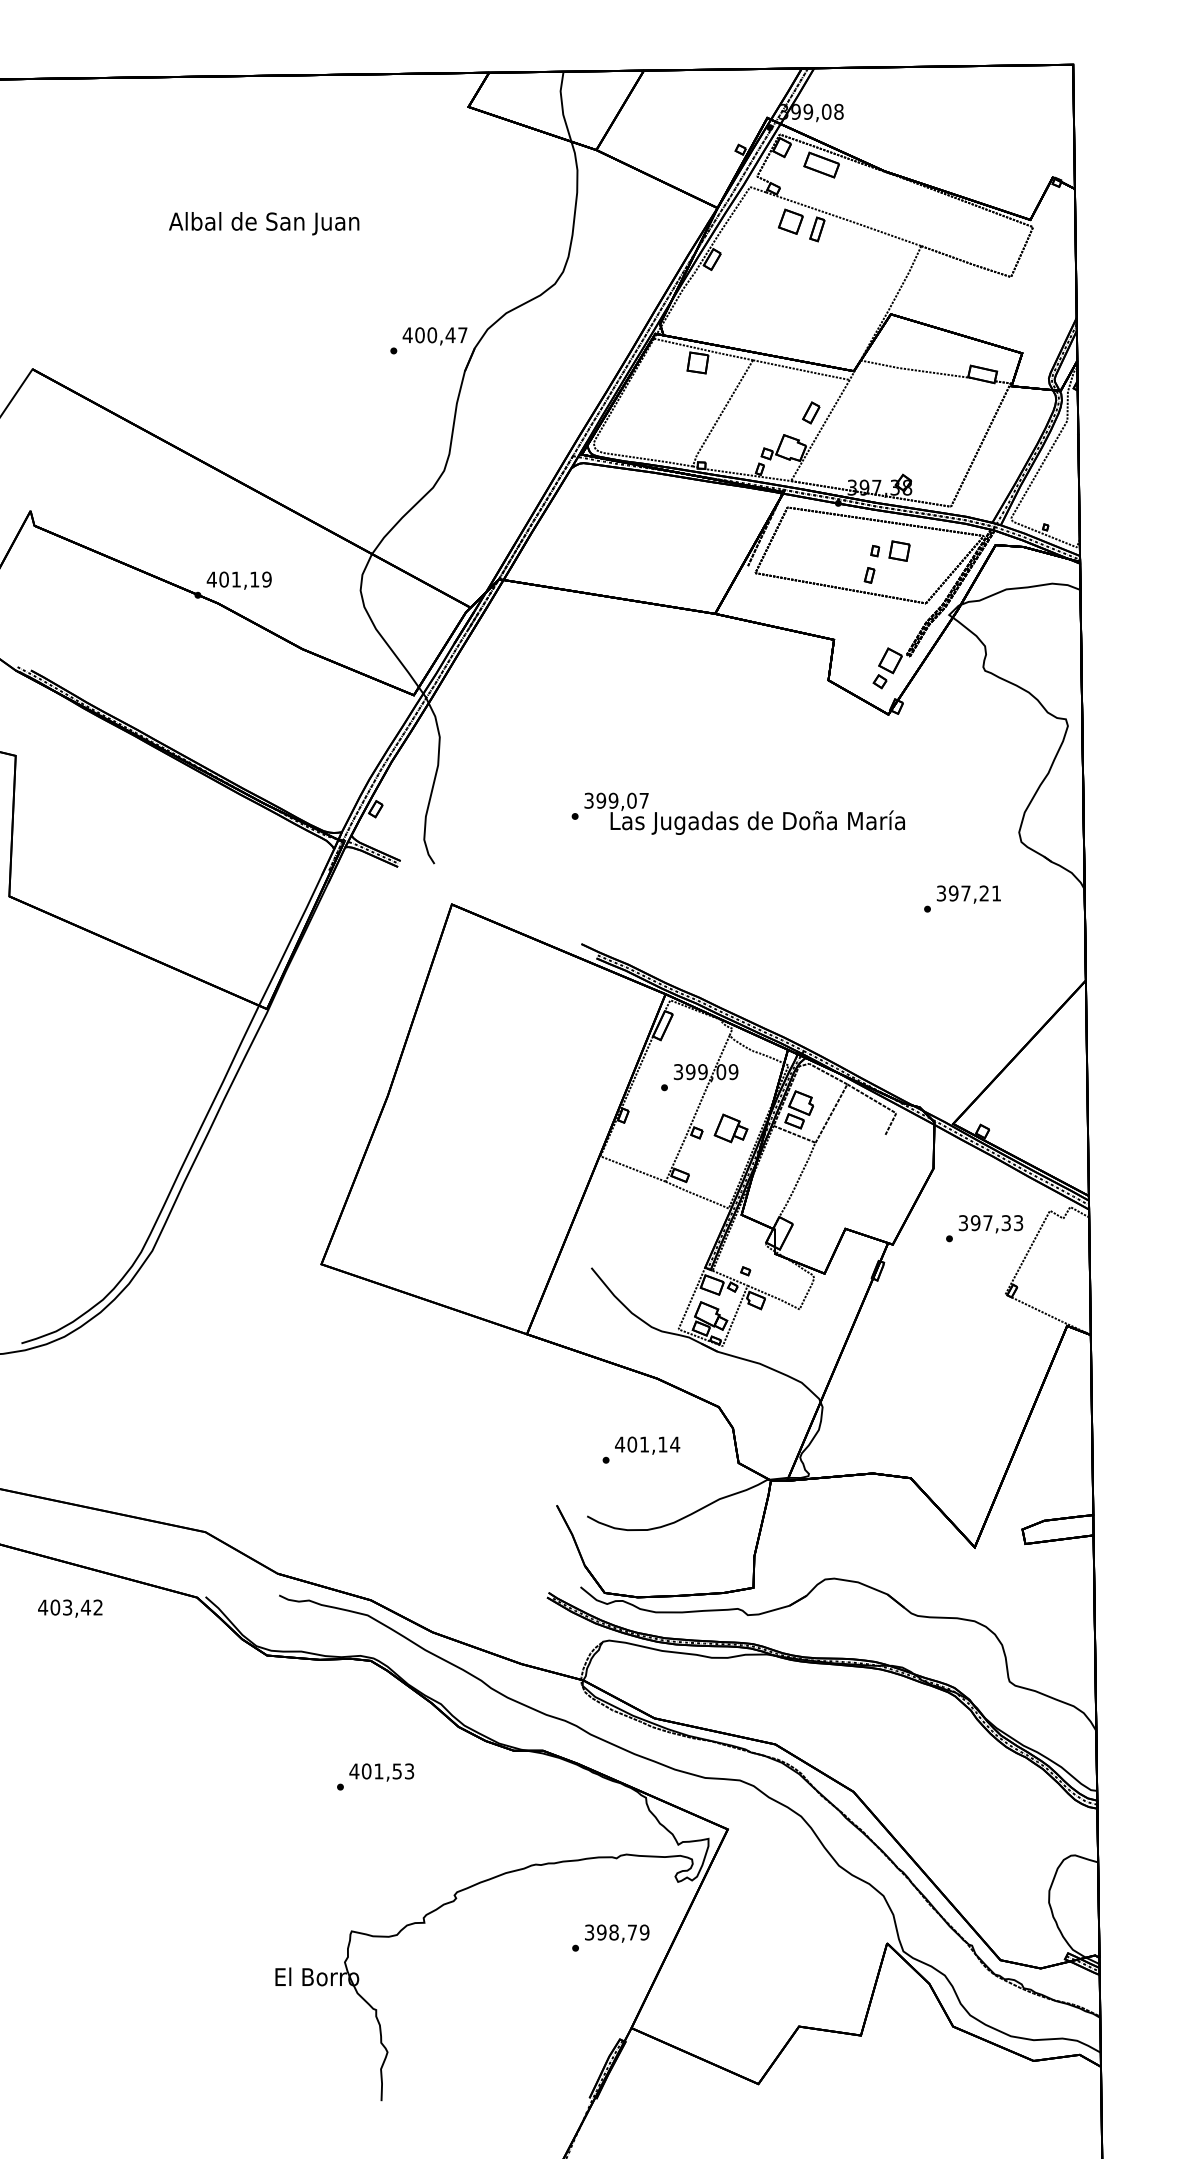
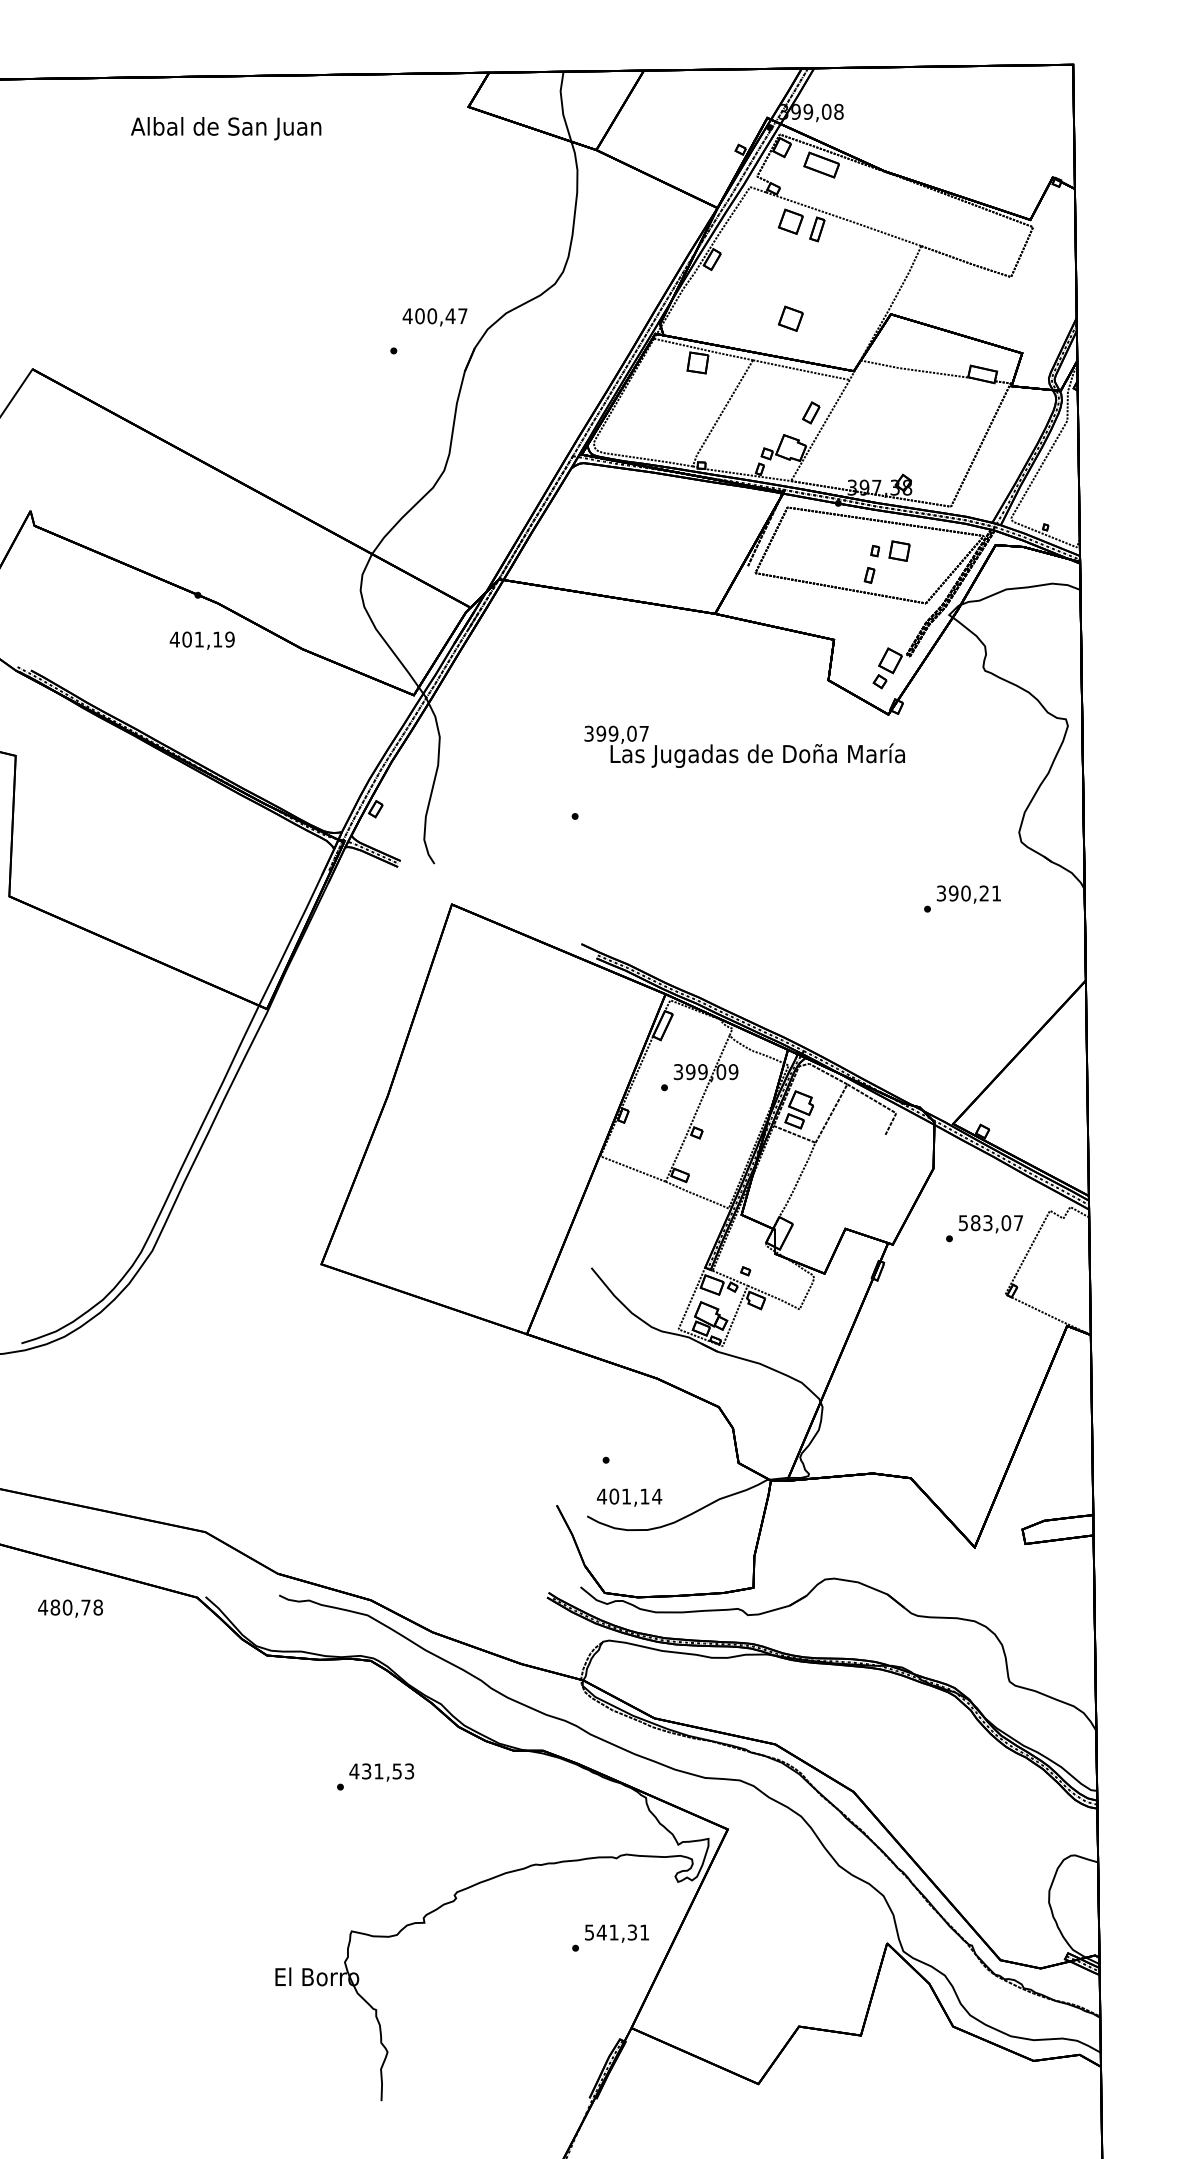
text at (264, 223) position: (264, 223) -> (226, 128)
part at (790, 318): none -> present
text at (434, 336) position: (434, 336) -> (434, 317)
text at (238, 580) position: (238, 580) -> (201, 640)
text at (744, 813) position: (744, 813) -> (744, 746)
text at (965, 893): 397,21 -> 390,21
part at (730, 1128): present -> none
text at (991, 1223): 397,33 -> 583,07
text at (647, 1445) position: (647, 1445) -> (629, 1497)
text at (76, 1607): 403,42 -> 480,78
text at (366, 1771): 401,53 -> 431,53
text at (617, 1932): 398,79 -> 541,31
